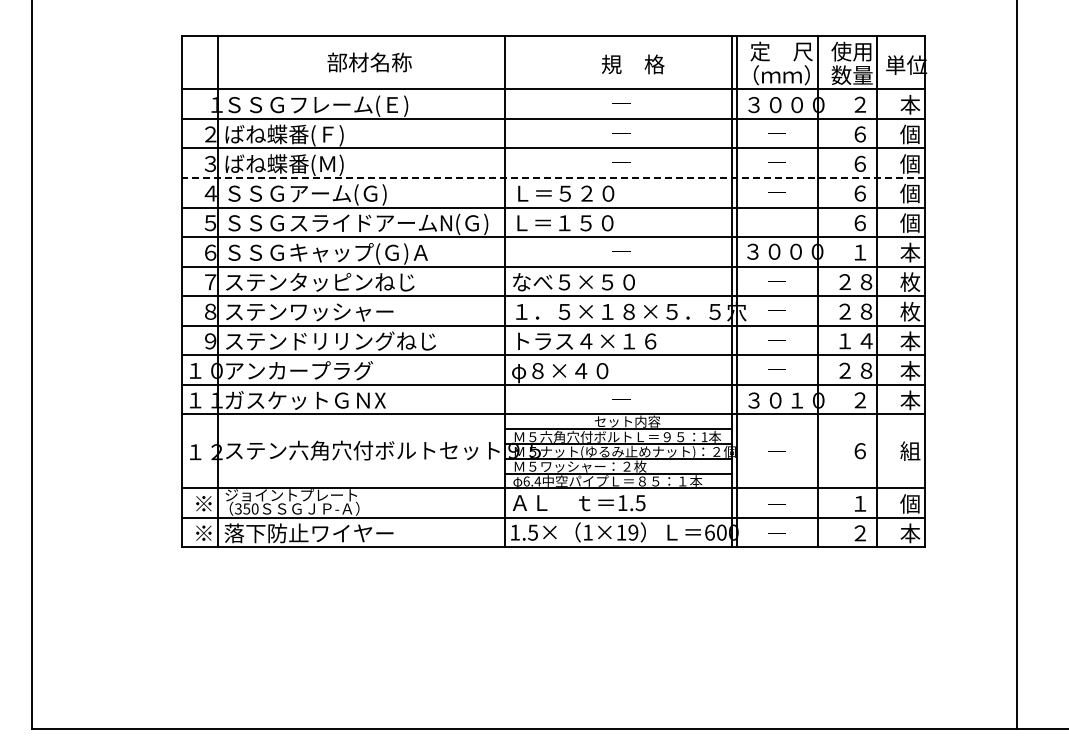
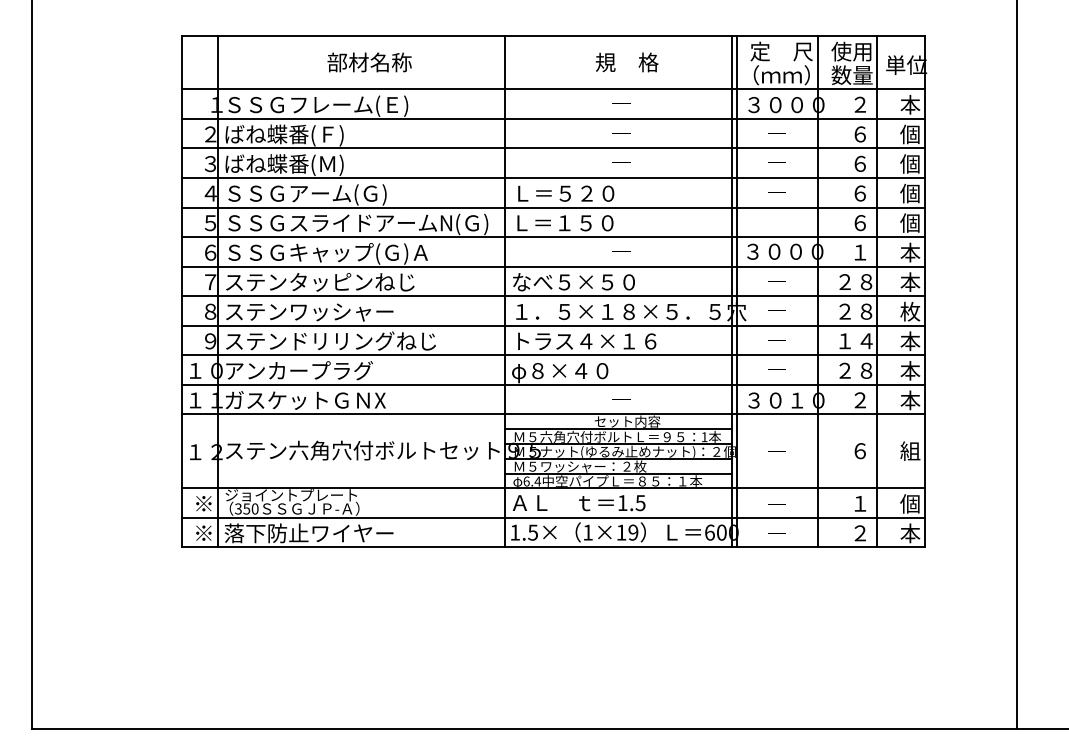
text at (632, 64) position: (632, 64) -> (626, 62)
line at (553, 177): dashed -> solid
text at (910, 281): 枚 -> 本
